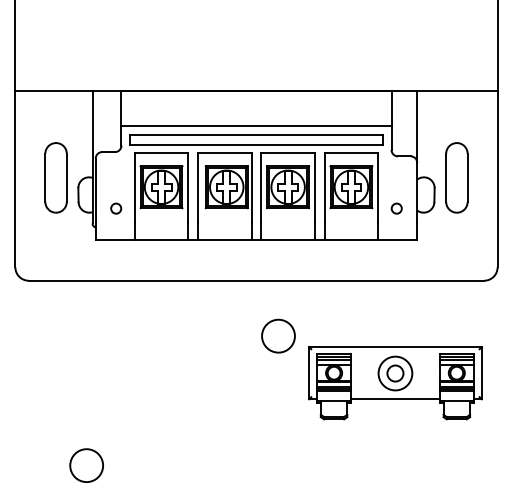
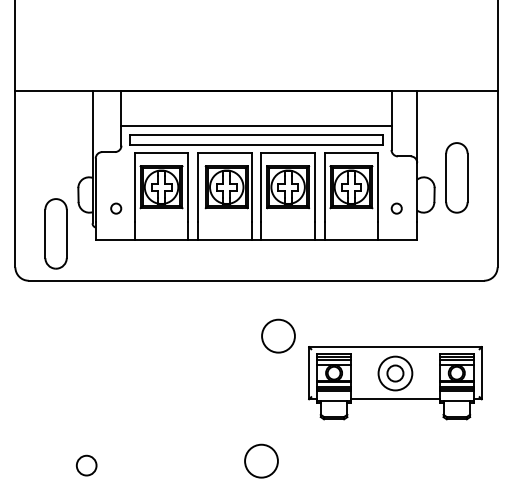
part at (55, 177) position: (55, 177) -> (55, 233)
circle at (261, 460): none -> present
circle at (86, 465) diameter: 33 px -> 20 px
